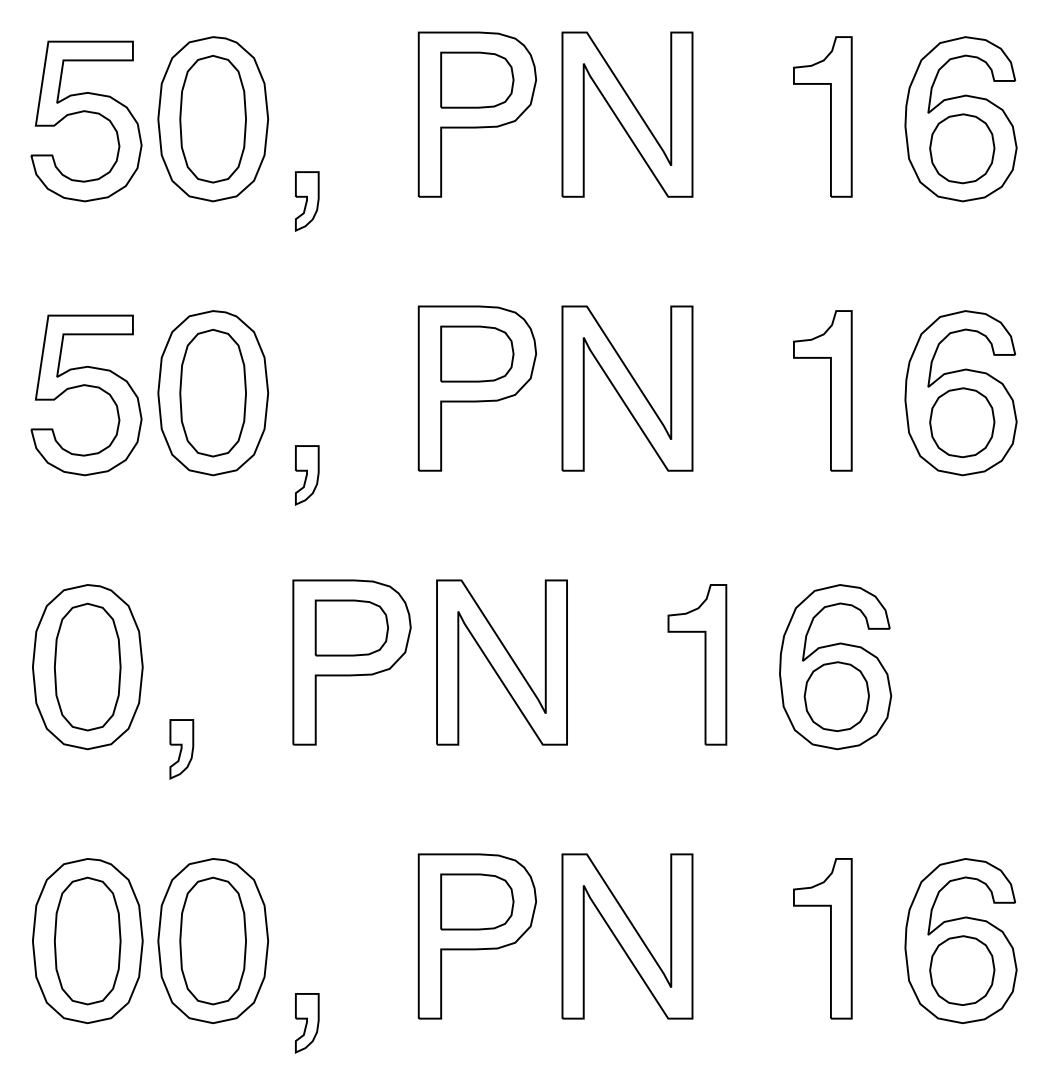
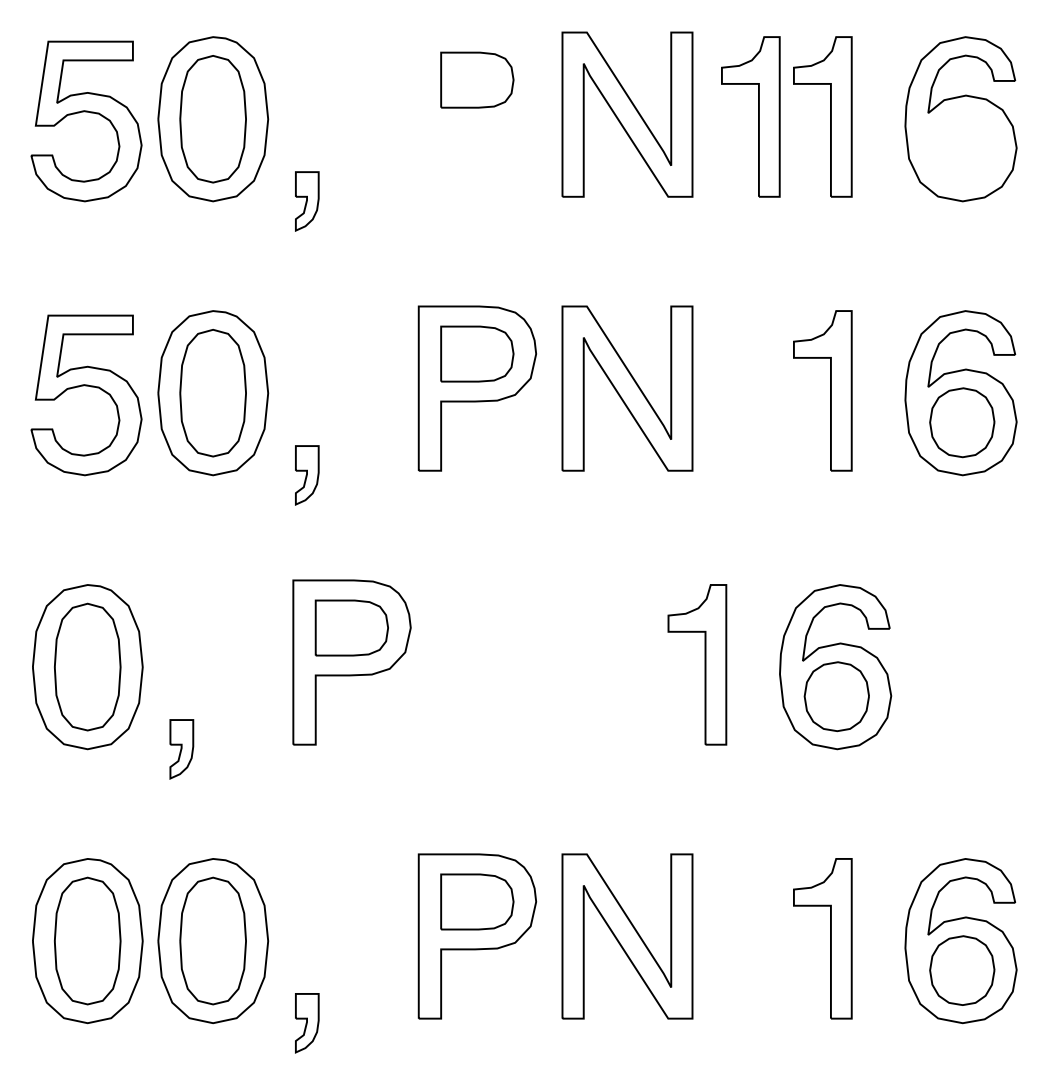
part at (476, 114): present -> none
part at (758, 116): none -> present
part at (962, 148): present -> none
part at (501, 662): present -> none
